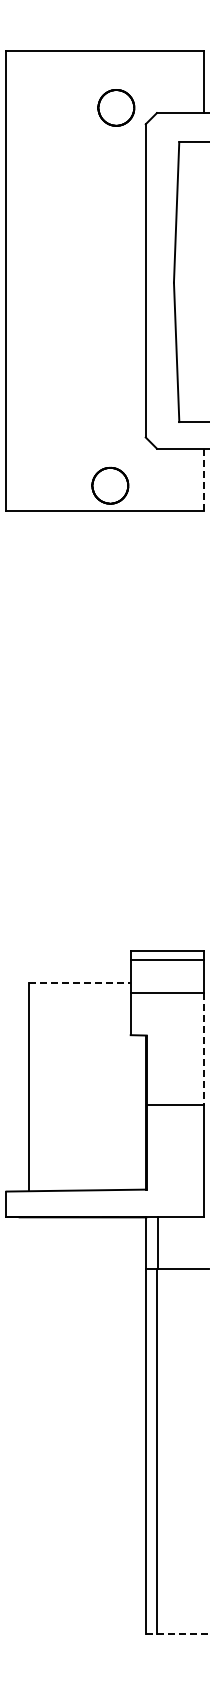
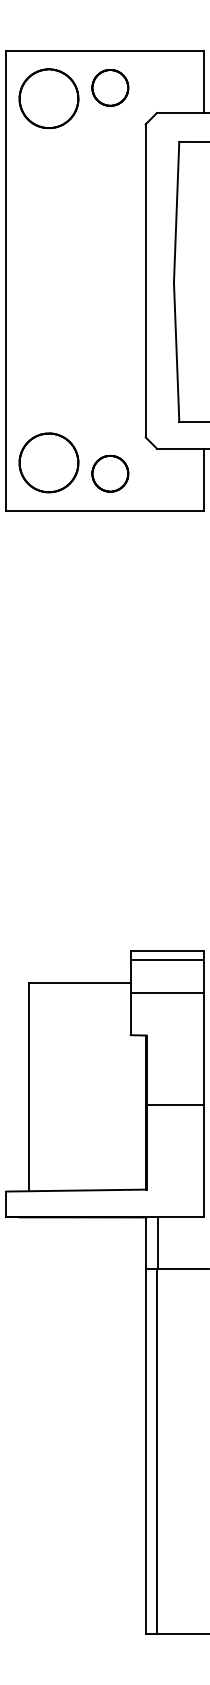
part at (48, 98): none -> present
part at (116, 107) position: (116, 107) -> (110, 87)
part at (48, 462): none -> present
line at (203, 480): dashed -> solid
part at (110, 485) position: (110, 485) -> (110, 473)
line at (79, 982): dashed -> solid
line at (203, 1049): dashed -> solid
line at (177, 1634): dashed -> solid
